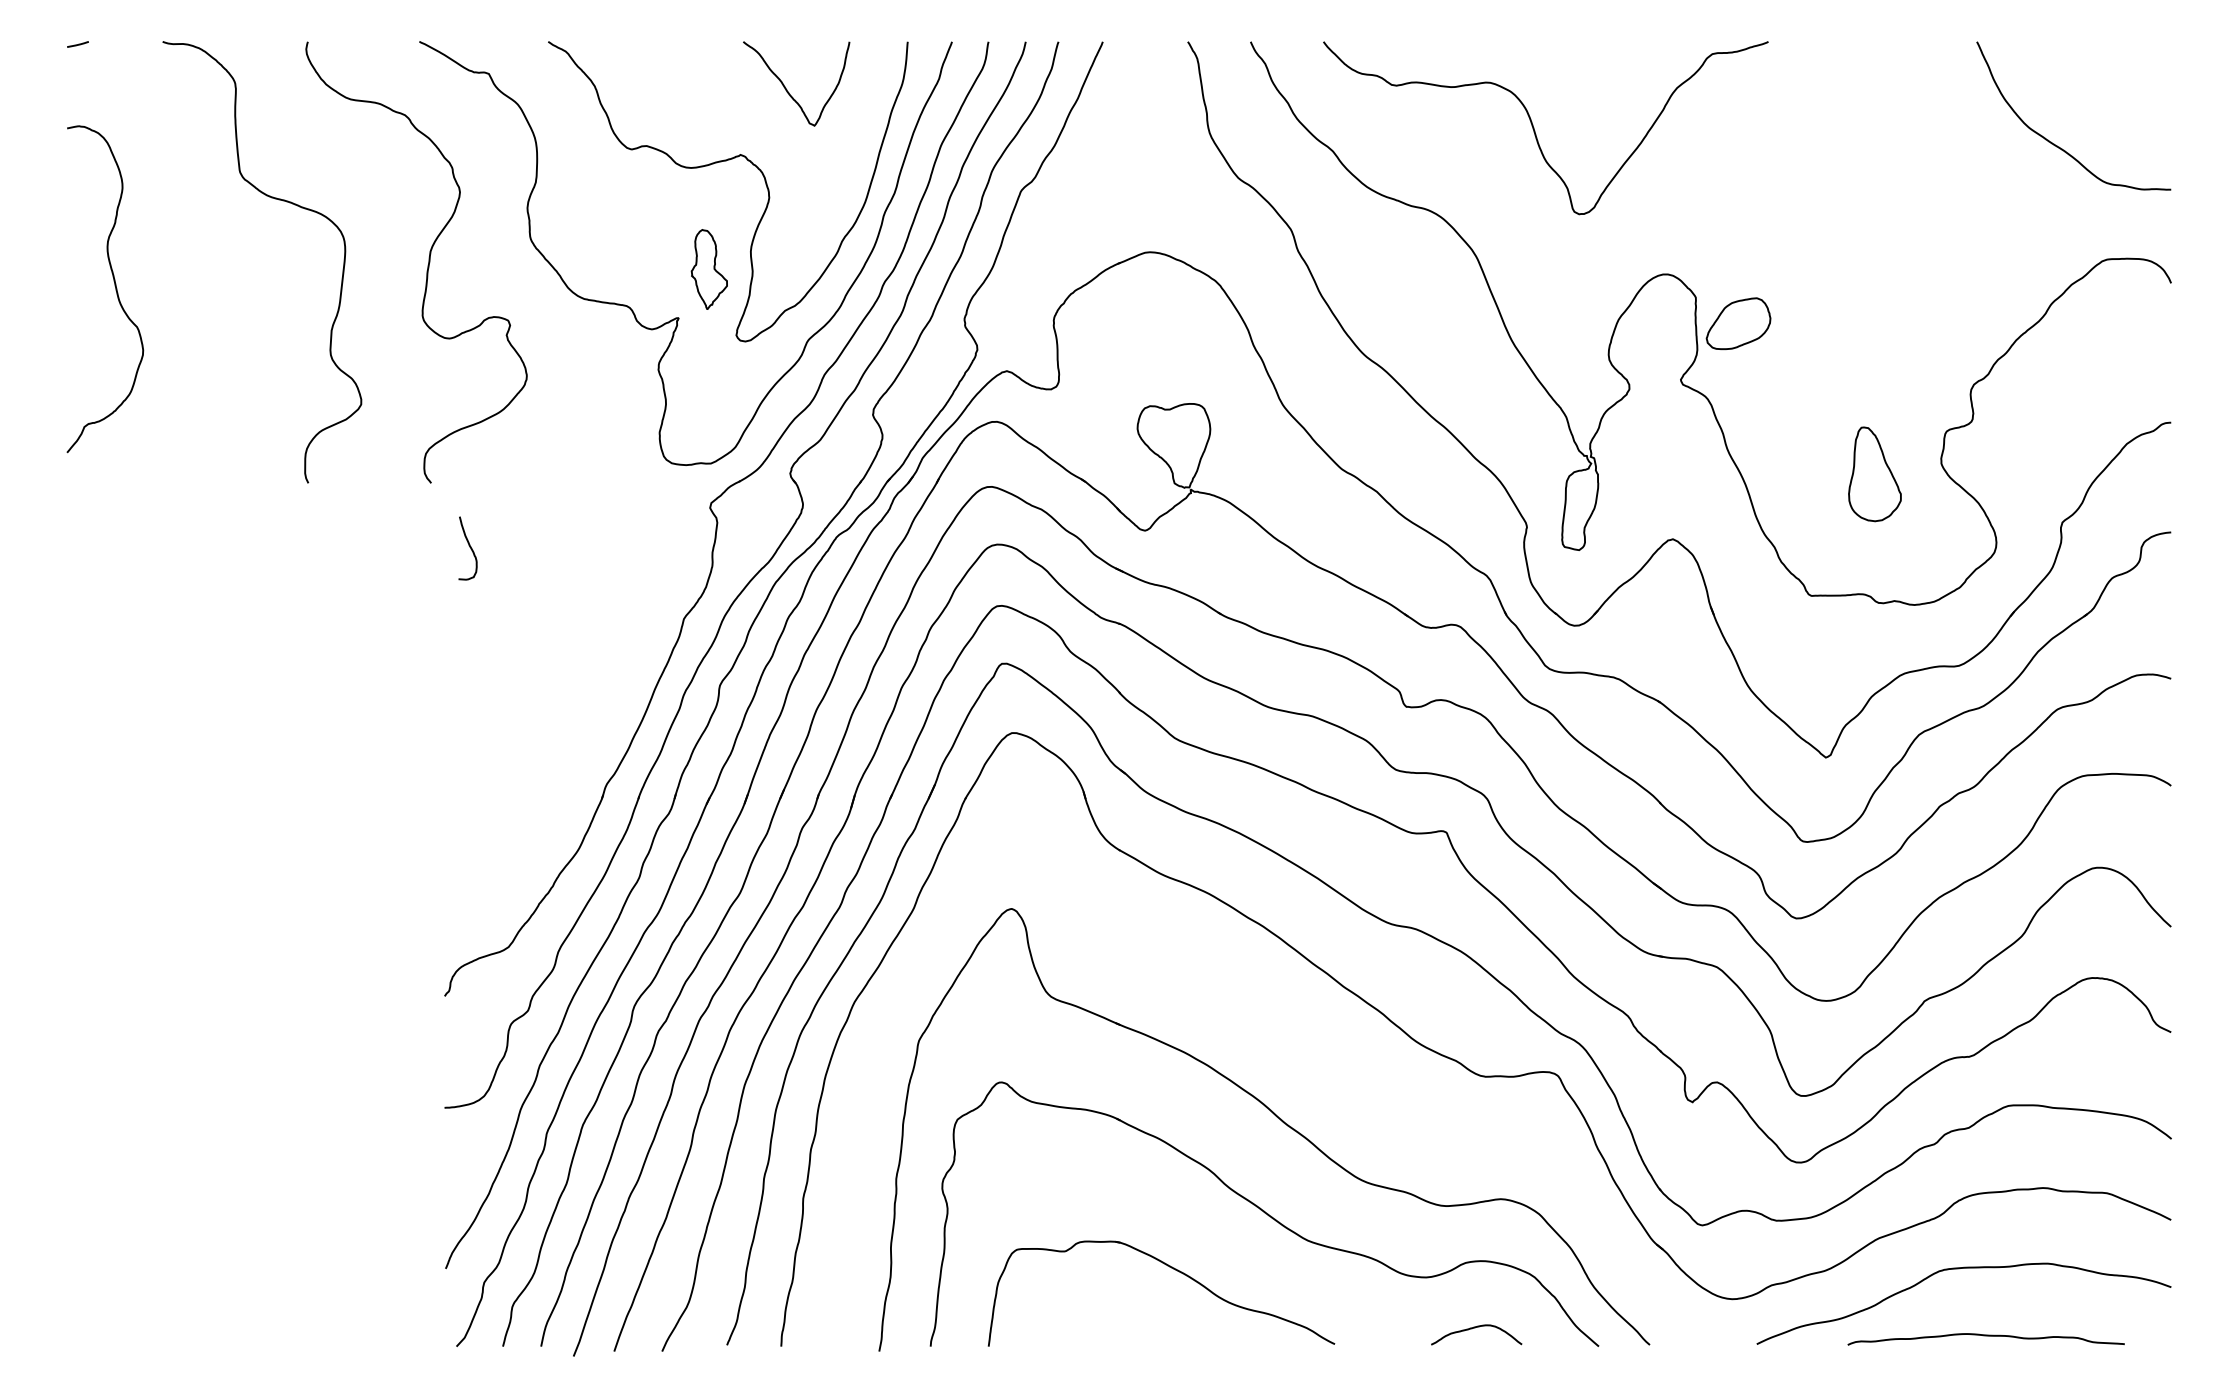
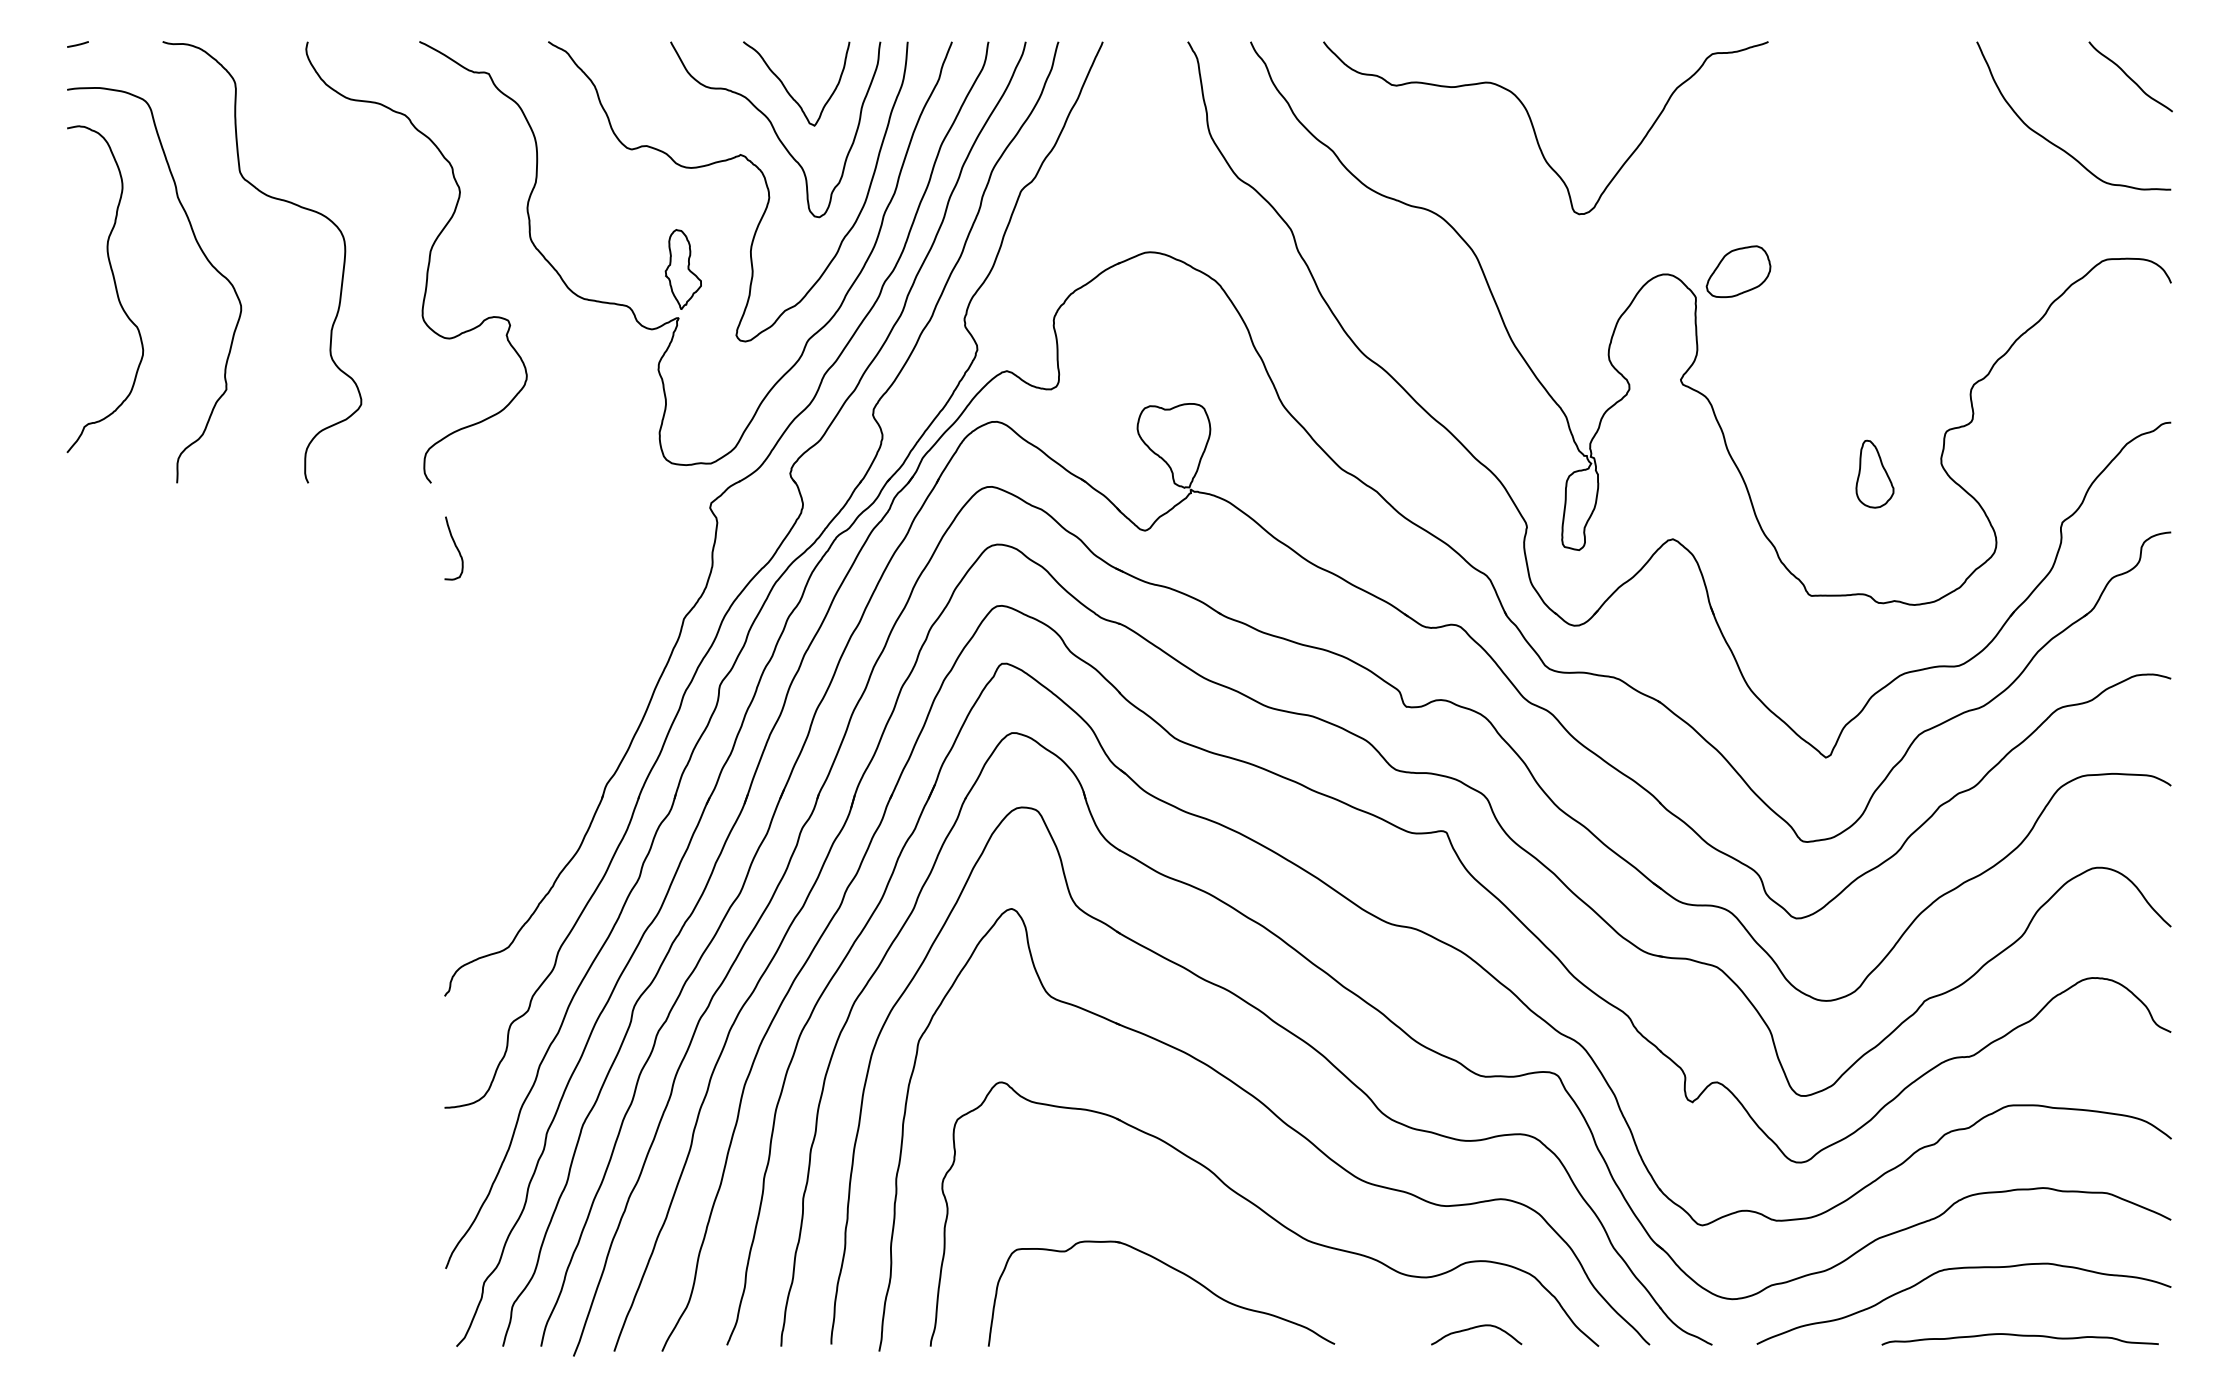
curve at (2129, 76): none -> present
curve at (775, 129): none -> present
curve at (202, 253): none -> present
part at (708, 269) position: (708, 269) -> (682, 269)
part at (1738, 323) position: (1738, 323) -> (1738, 271)
part at (1874, 474) size: 54x97 px -> 40x70 px
curve at (469, 547) position: (469, 547) -> (455, 547)
part at (1297, 1038): none -> present
curve at (1985, 1336) position: (1985, 1336) -> (2019, 1336)
